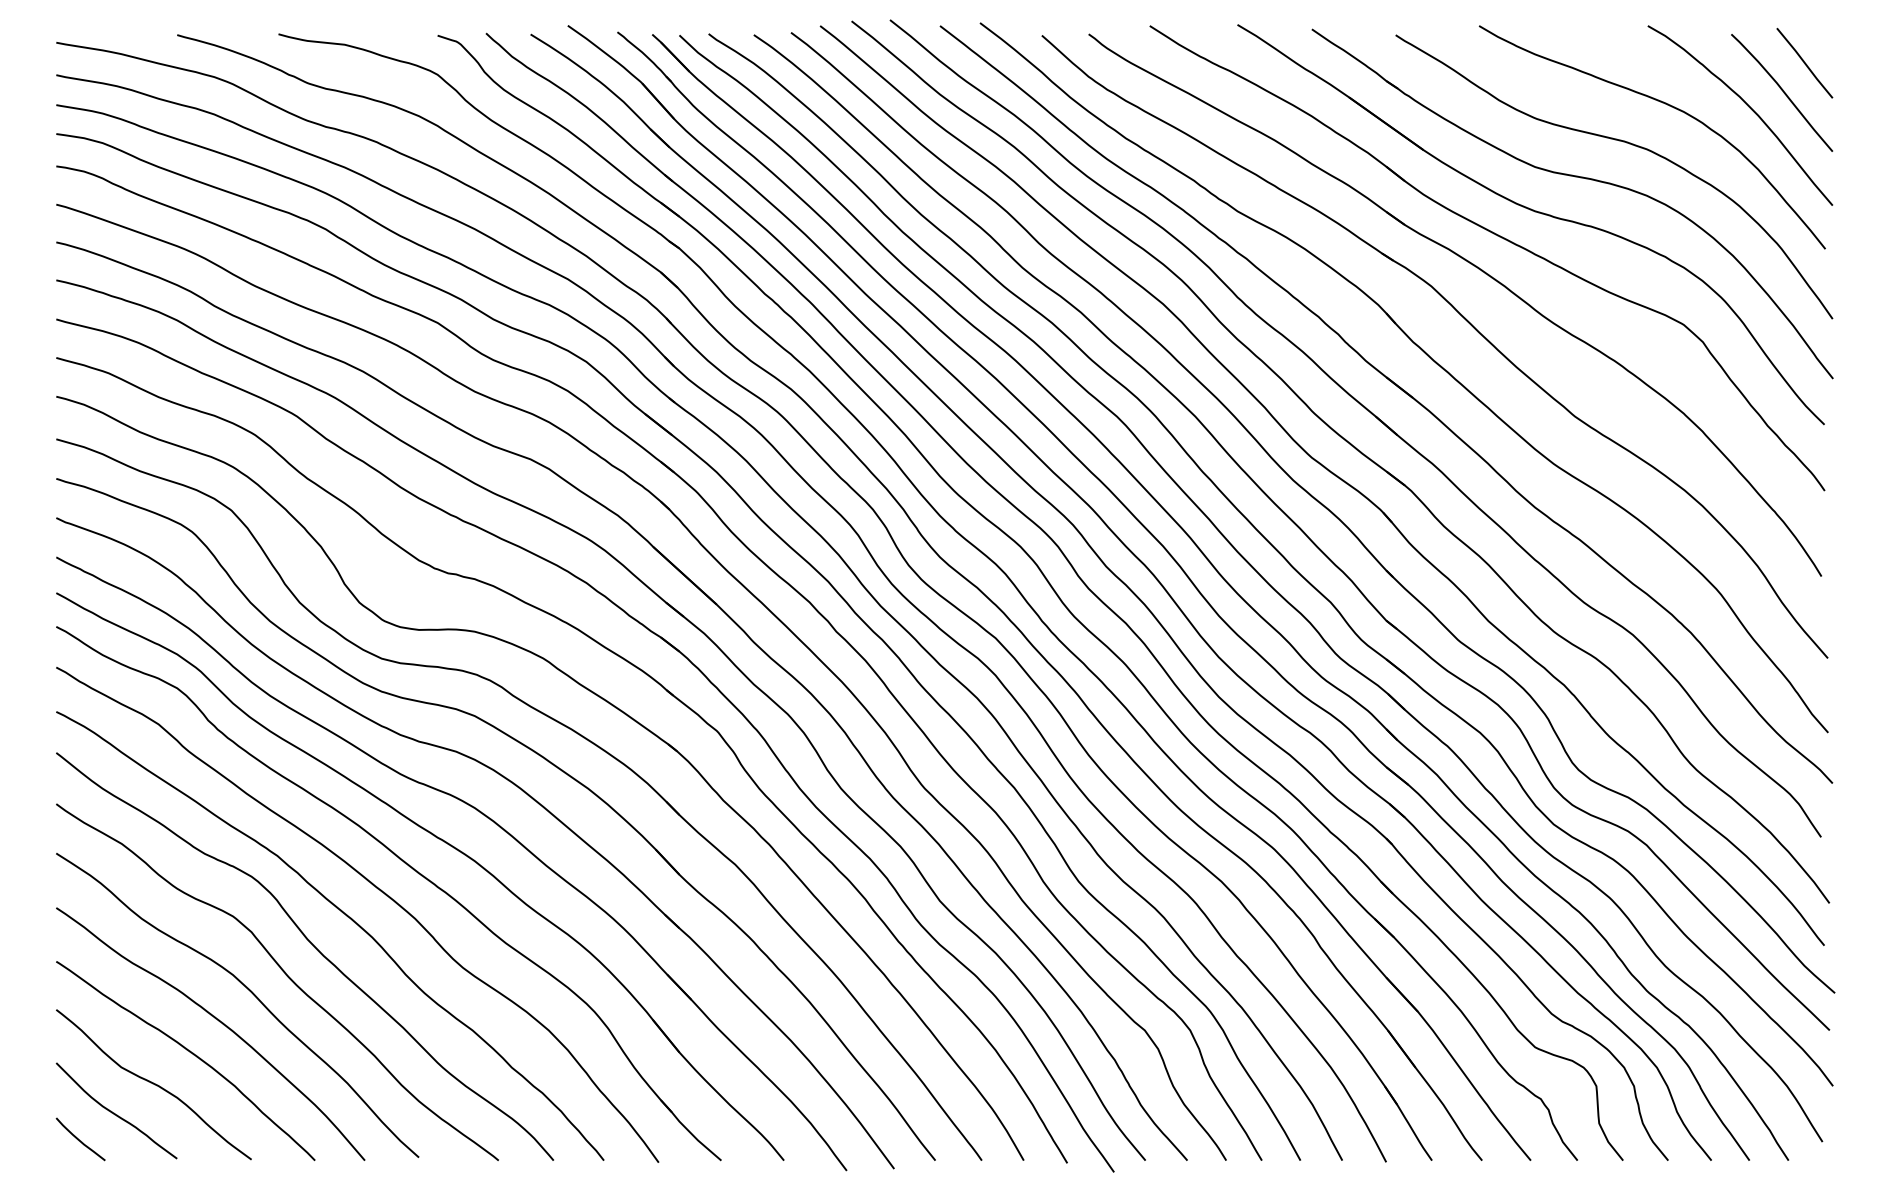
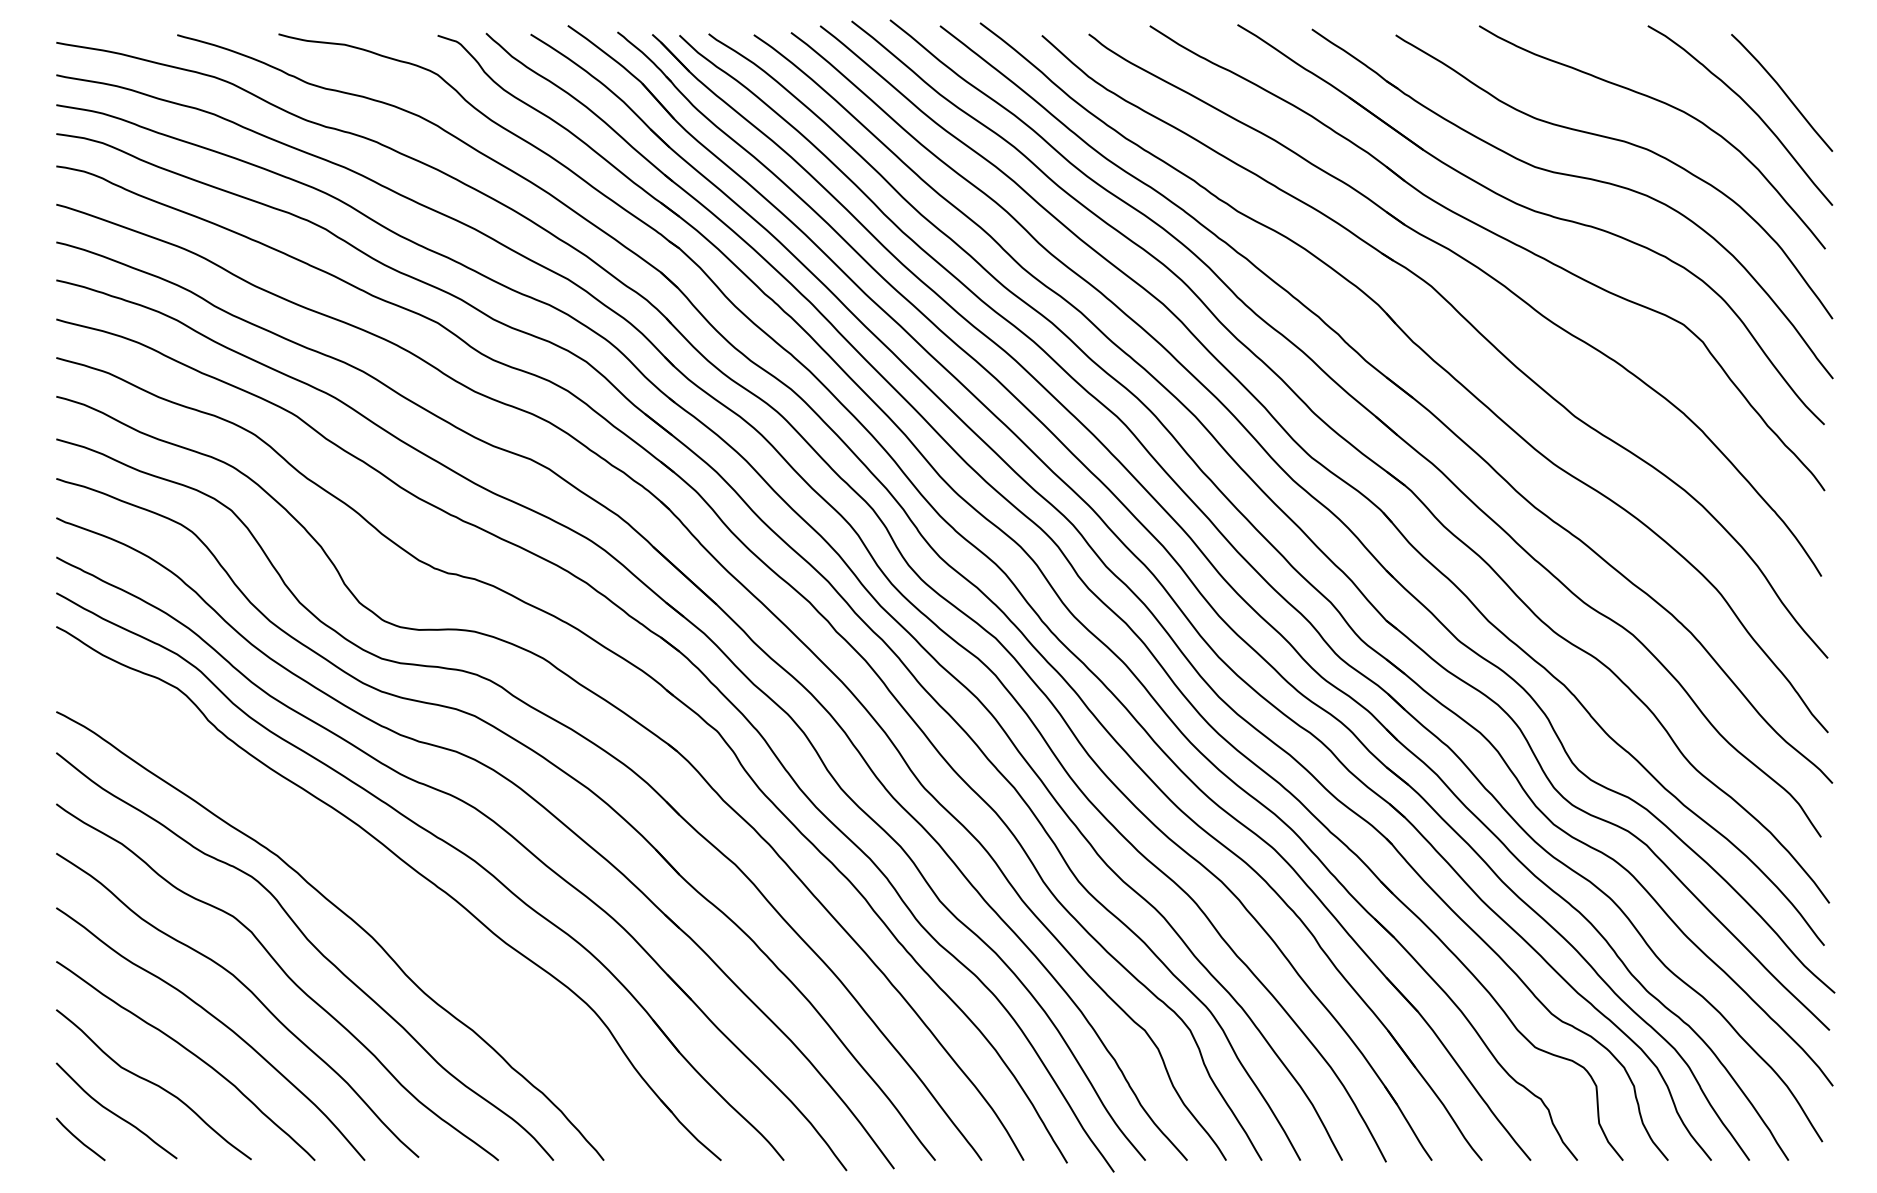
line at (1804, 63): present -> none
curve at (377, 889): present -> none
